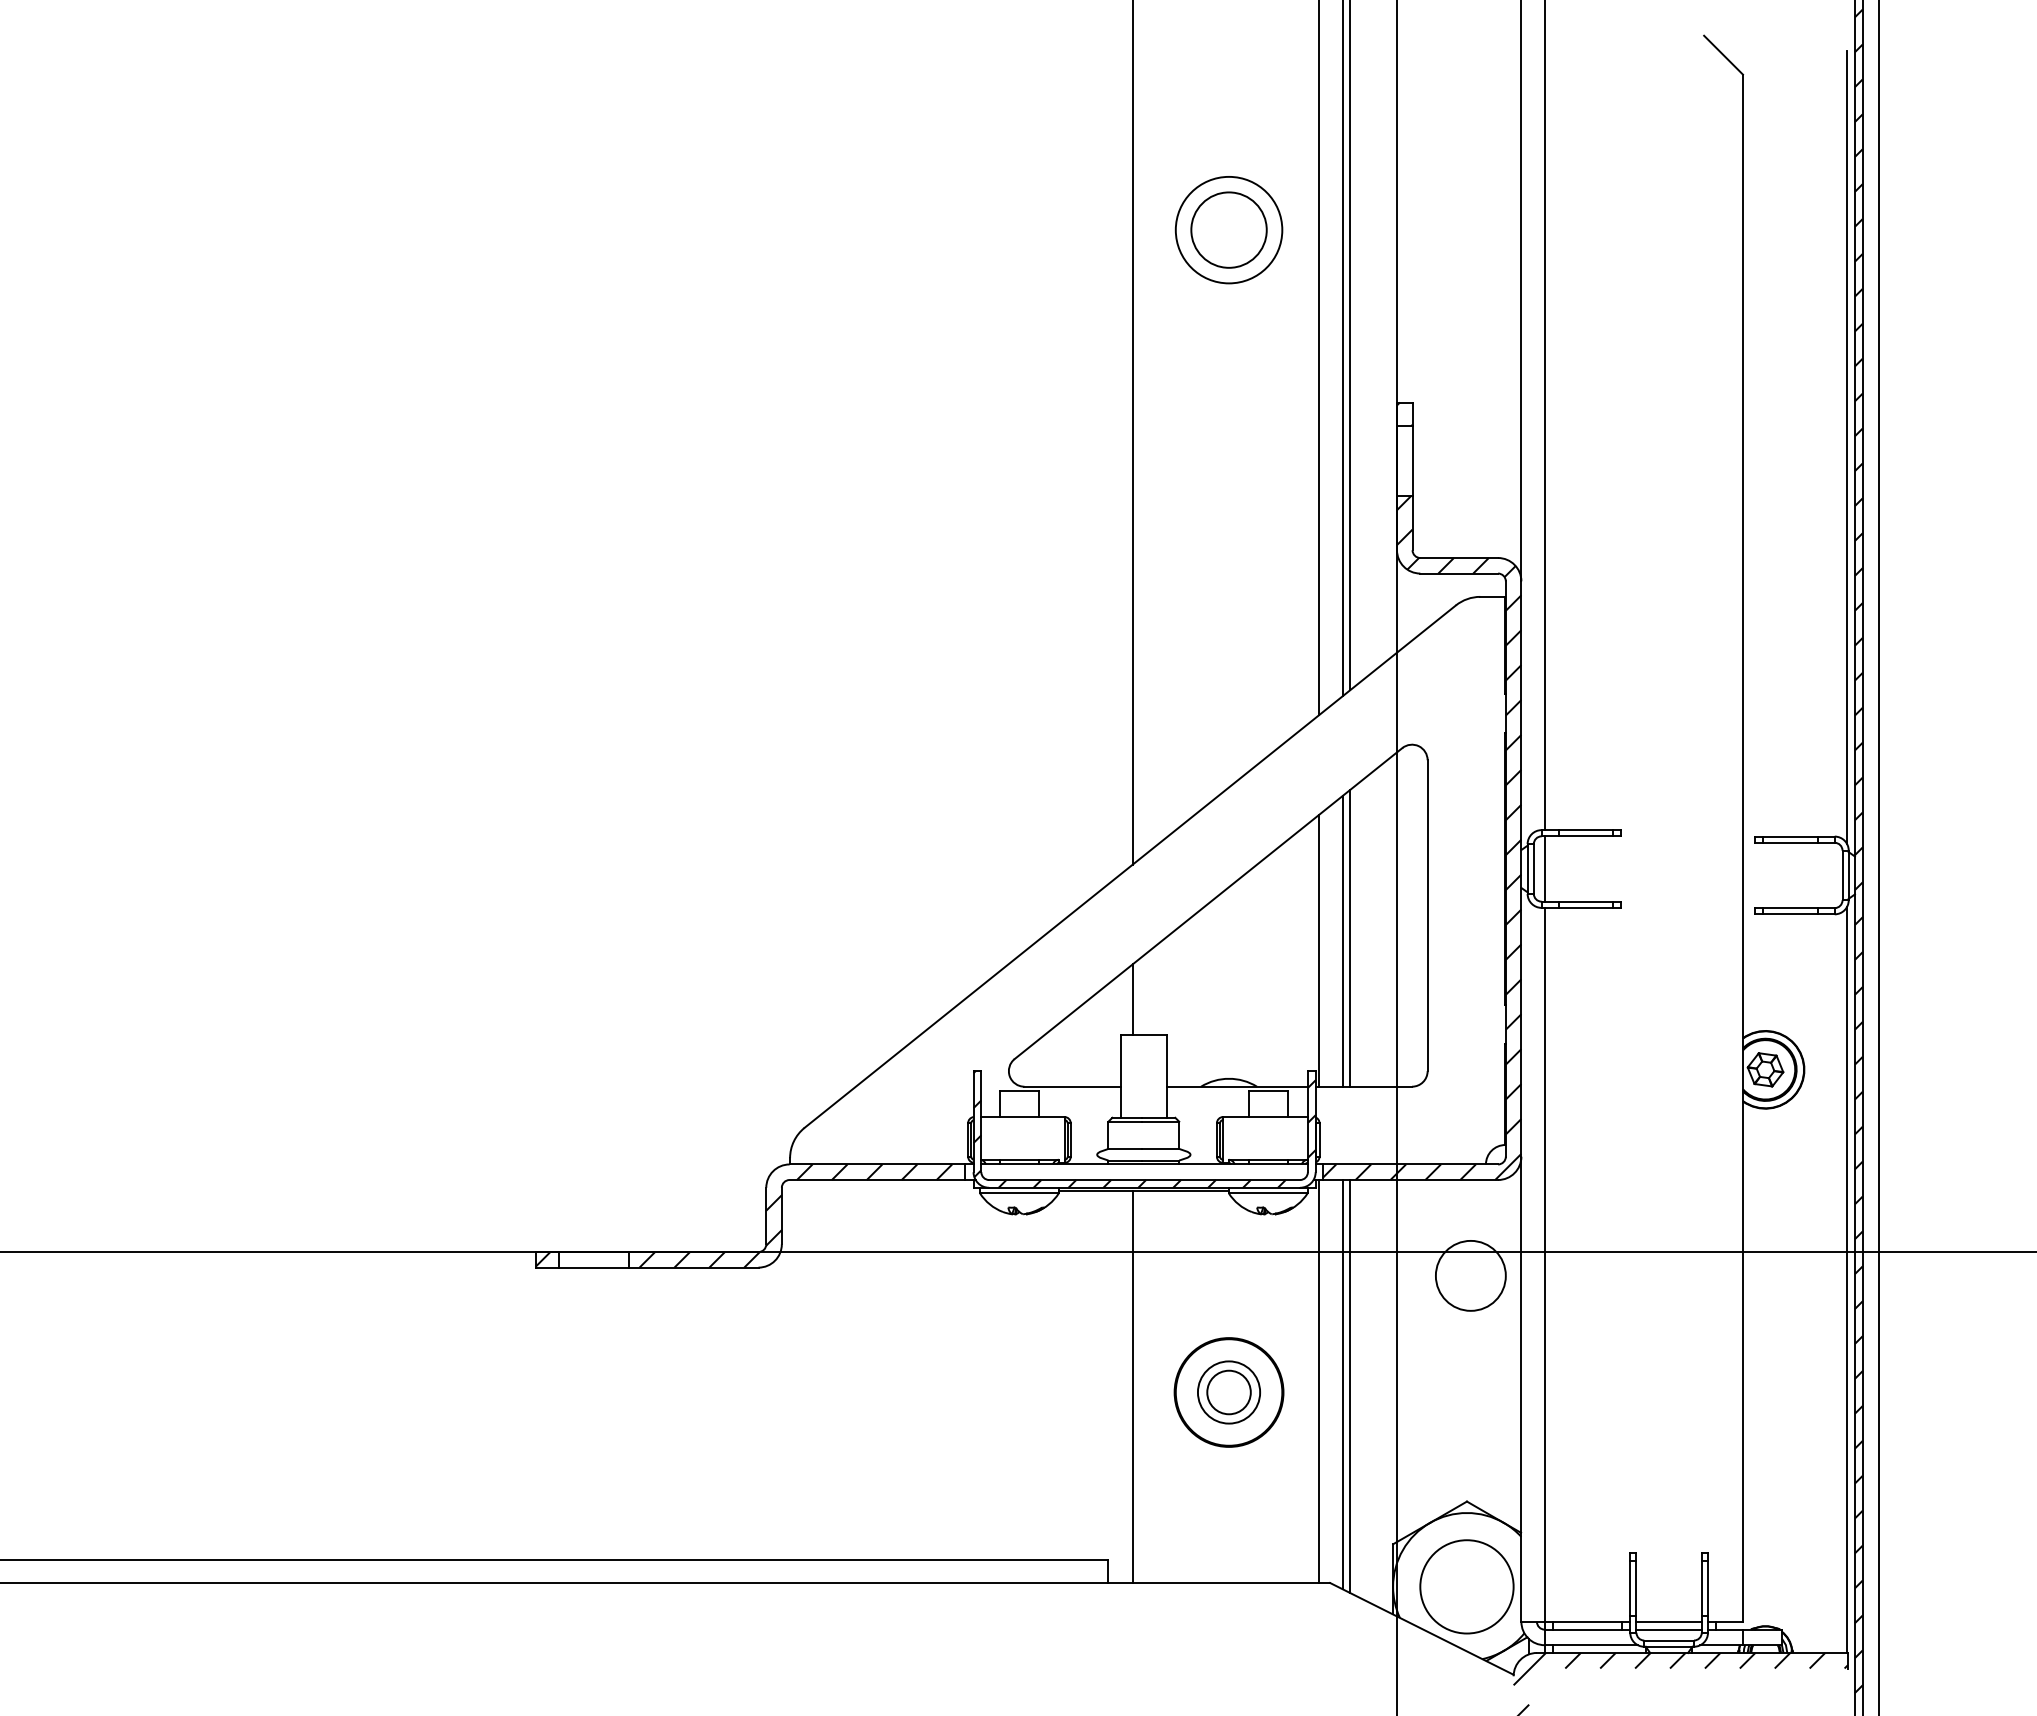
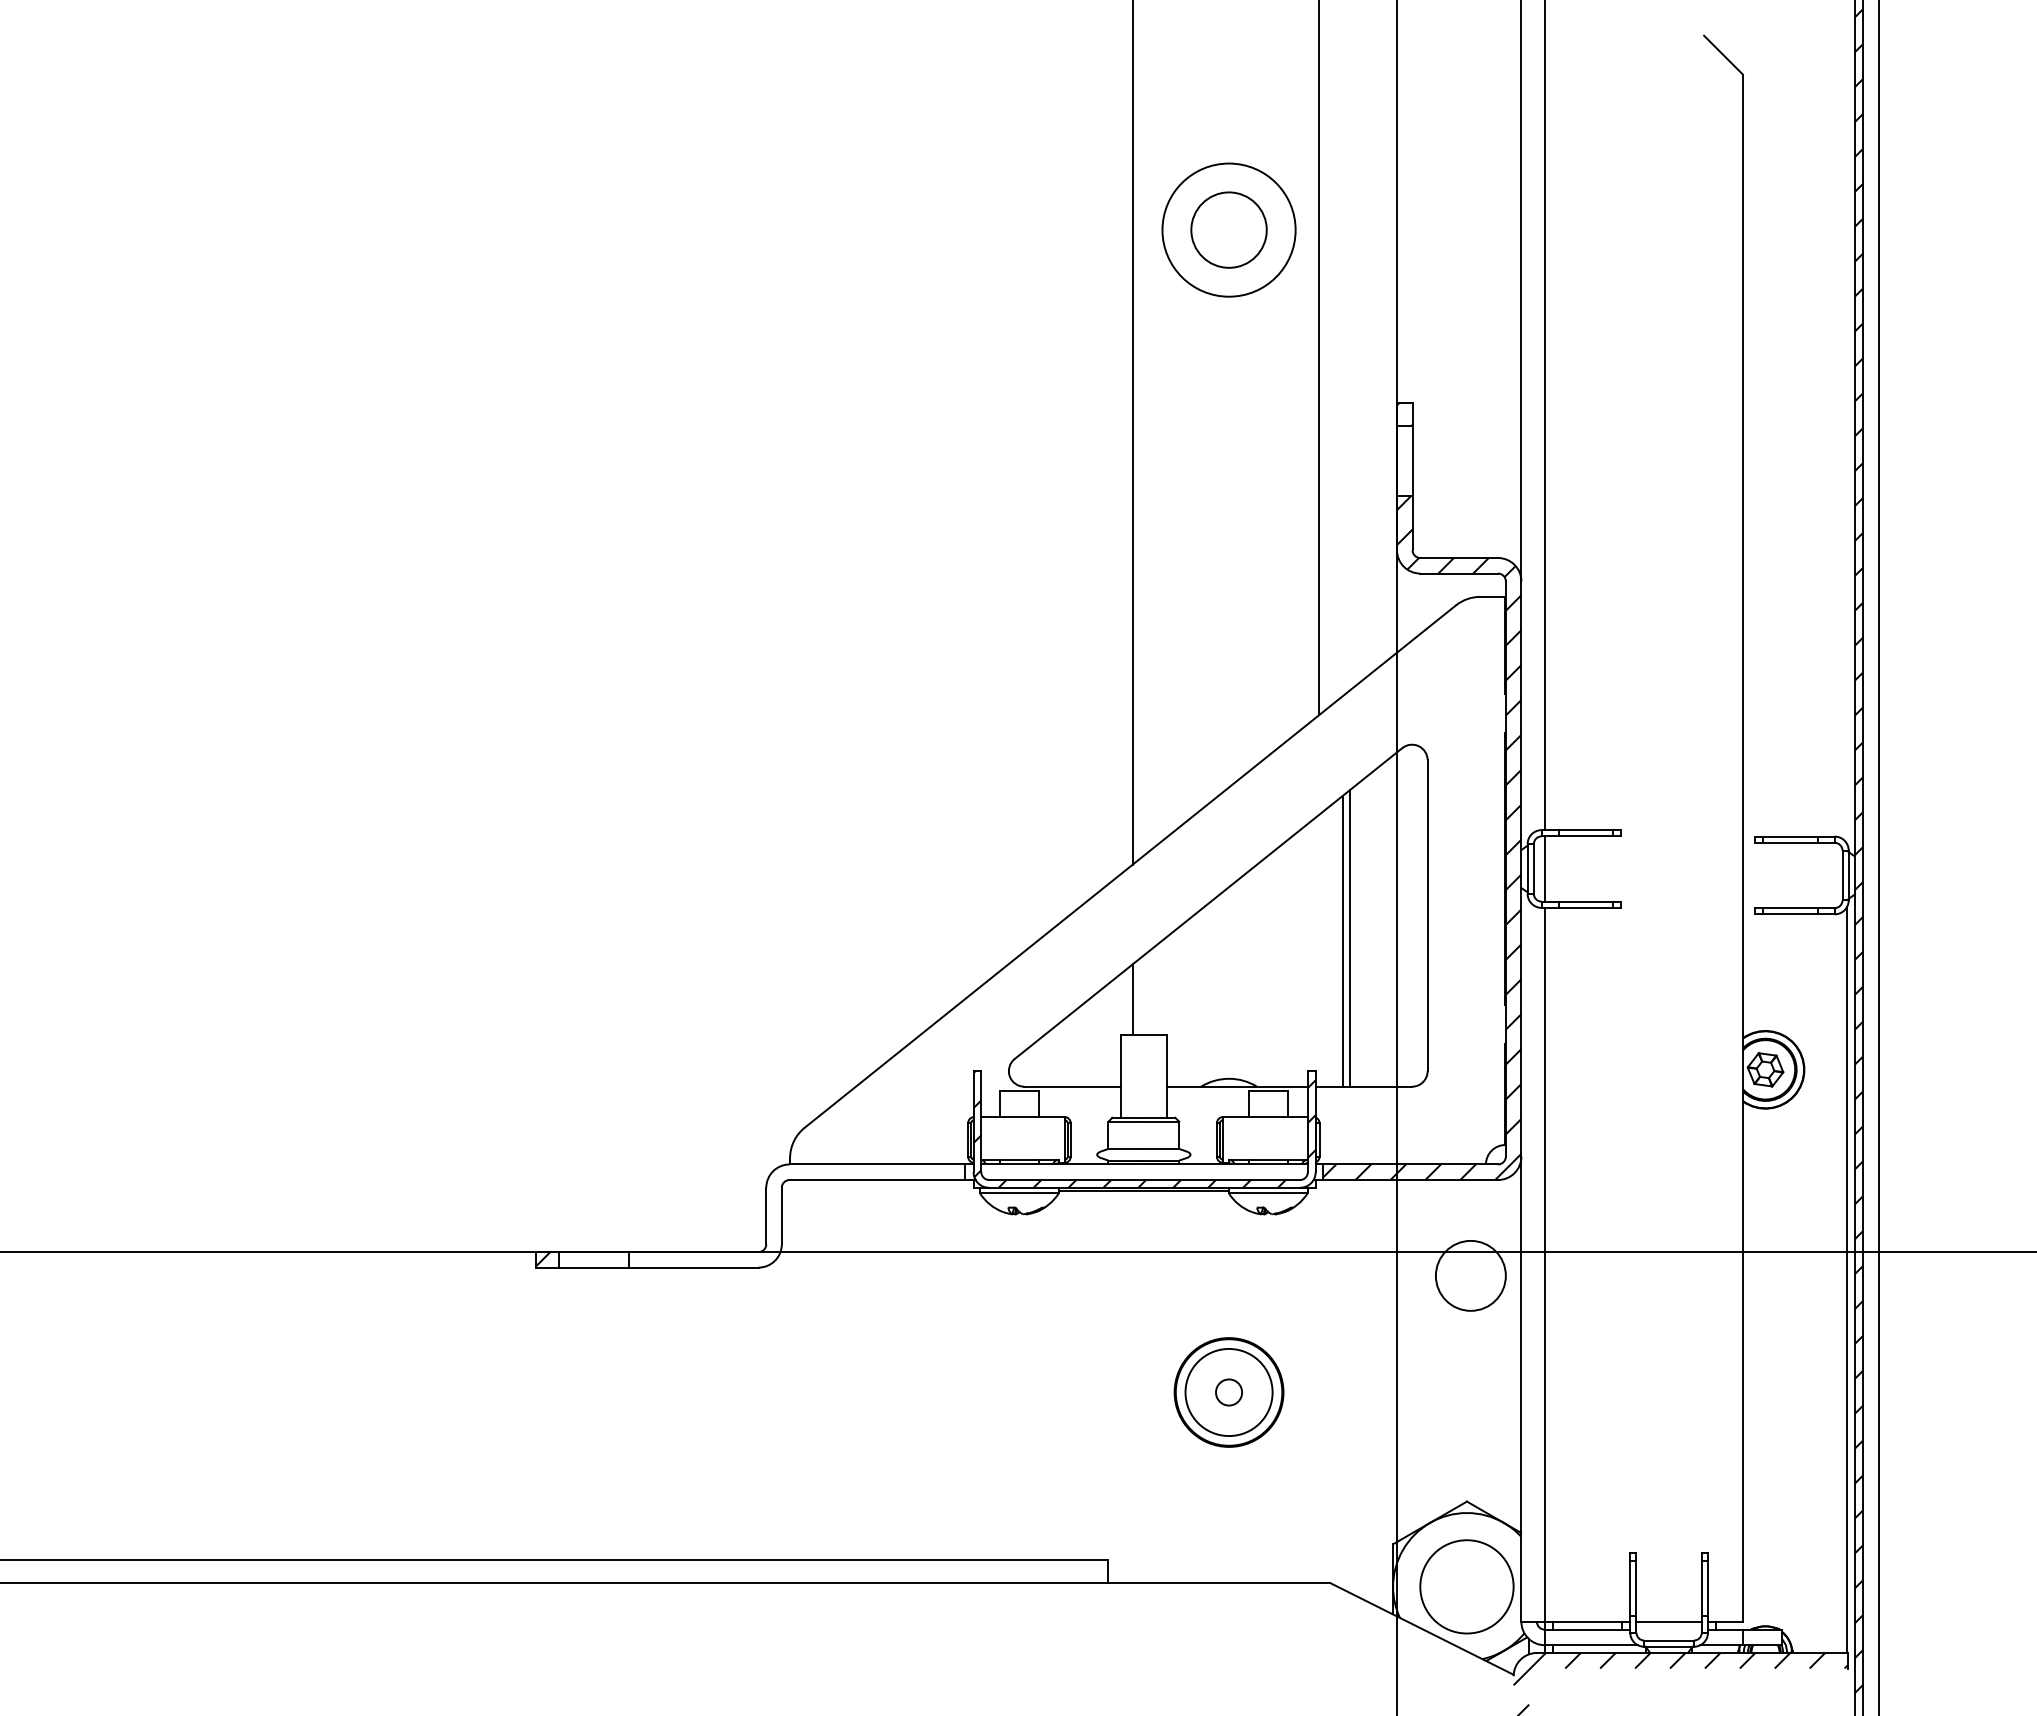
circle at (1228, 229) diameter: 107 px -> 133 px
line at (1350, 346): present -> none
line at (1342, 349): present -> none
line at (1847, 447): present -> none
line at (1319, 950): present -> none
hatch at (795, 1215): present -> none
line at (1319, 1381): present -> none
line at (1342, 1384): present -> none
line at (1132, 1386): present -> none
line at (1350, 1386): present -> none
circle at (1228, 1392) diameter: 44 px -> 26 px
circle at (1228, 1392) diameter: 62 px -> 87 px
line at (1668, 1629): present -> none
